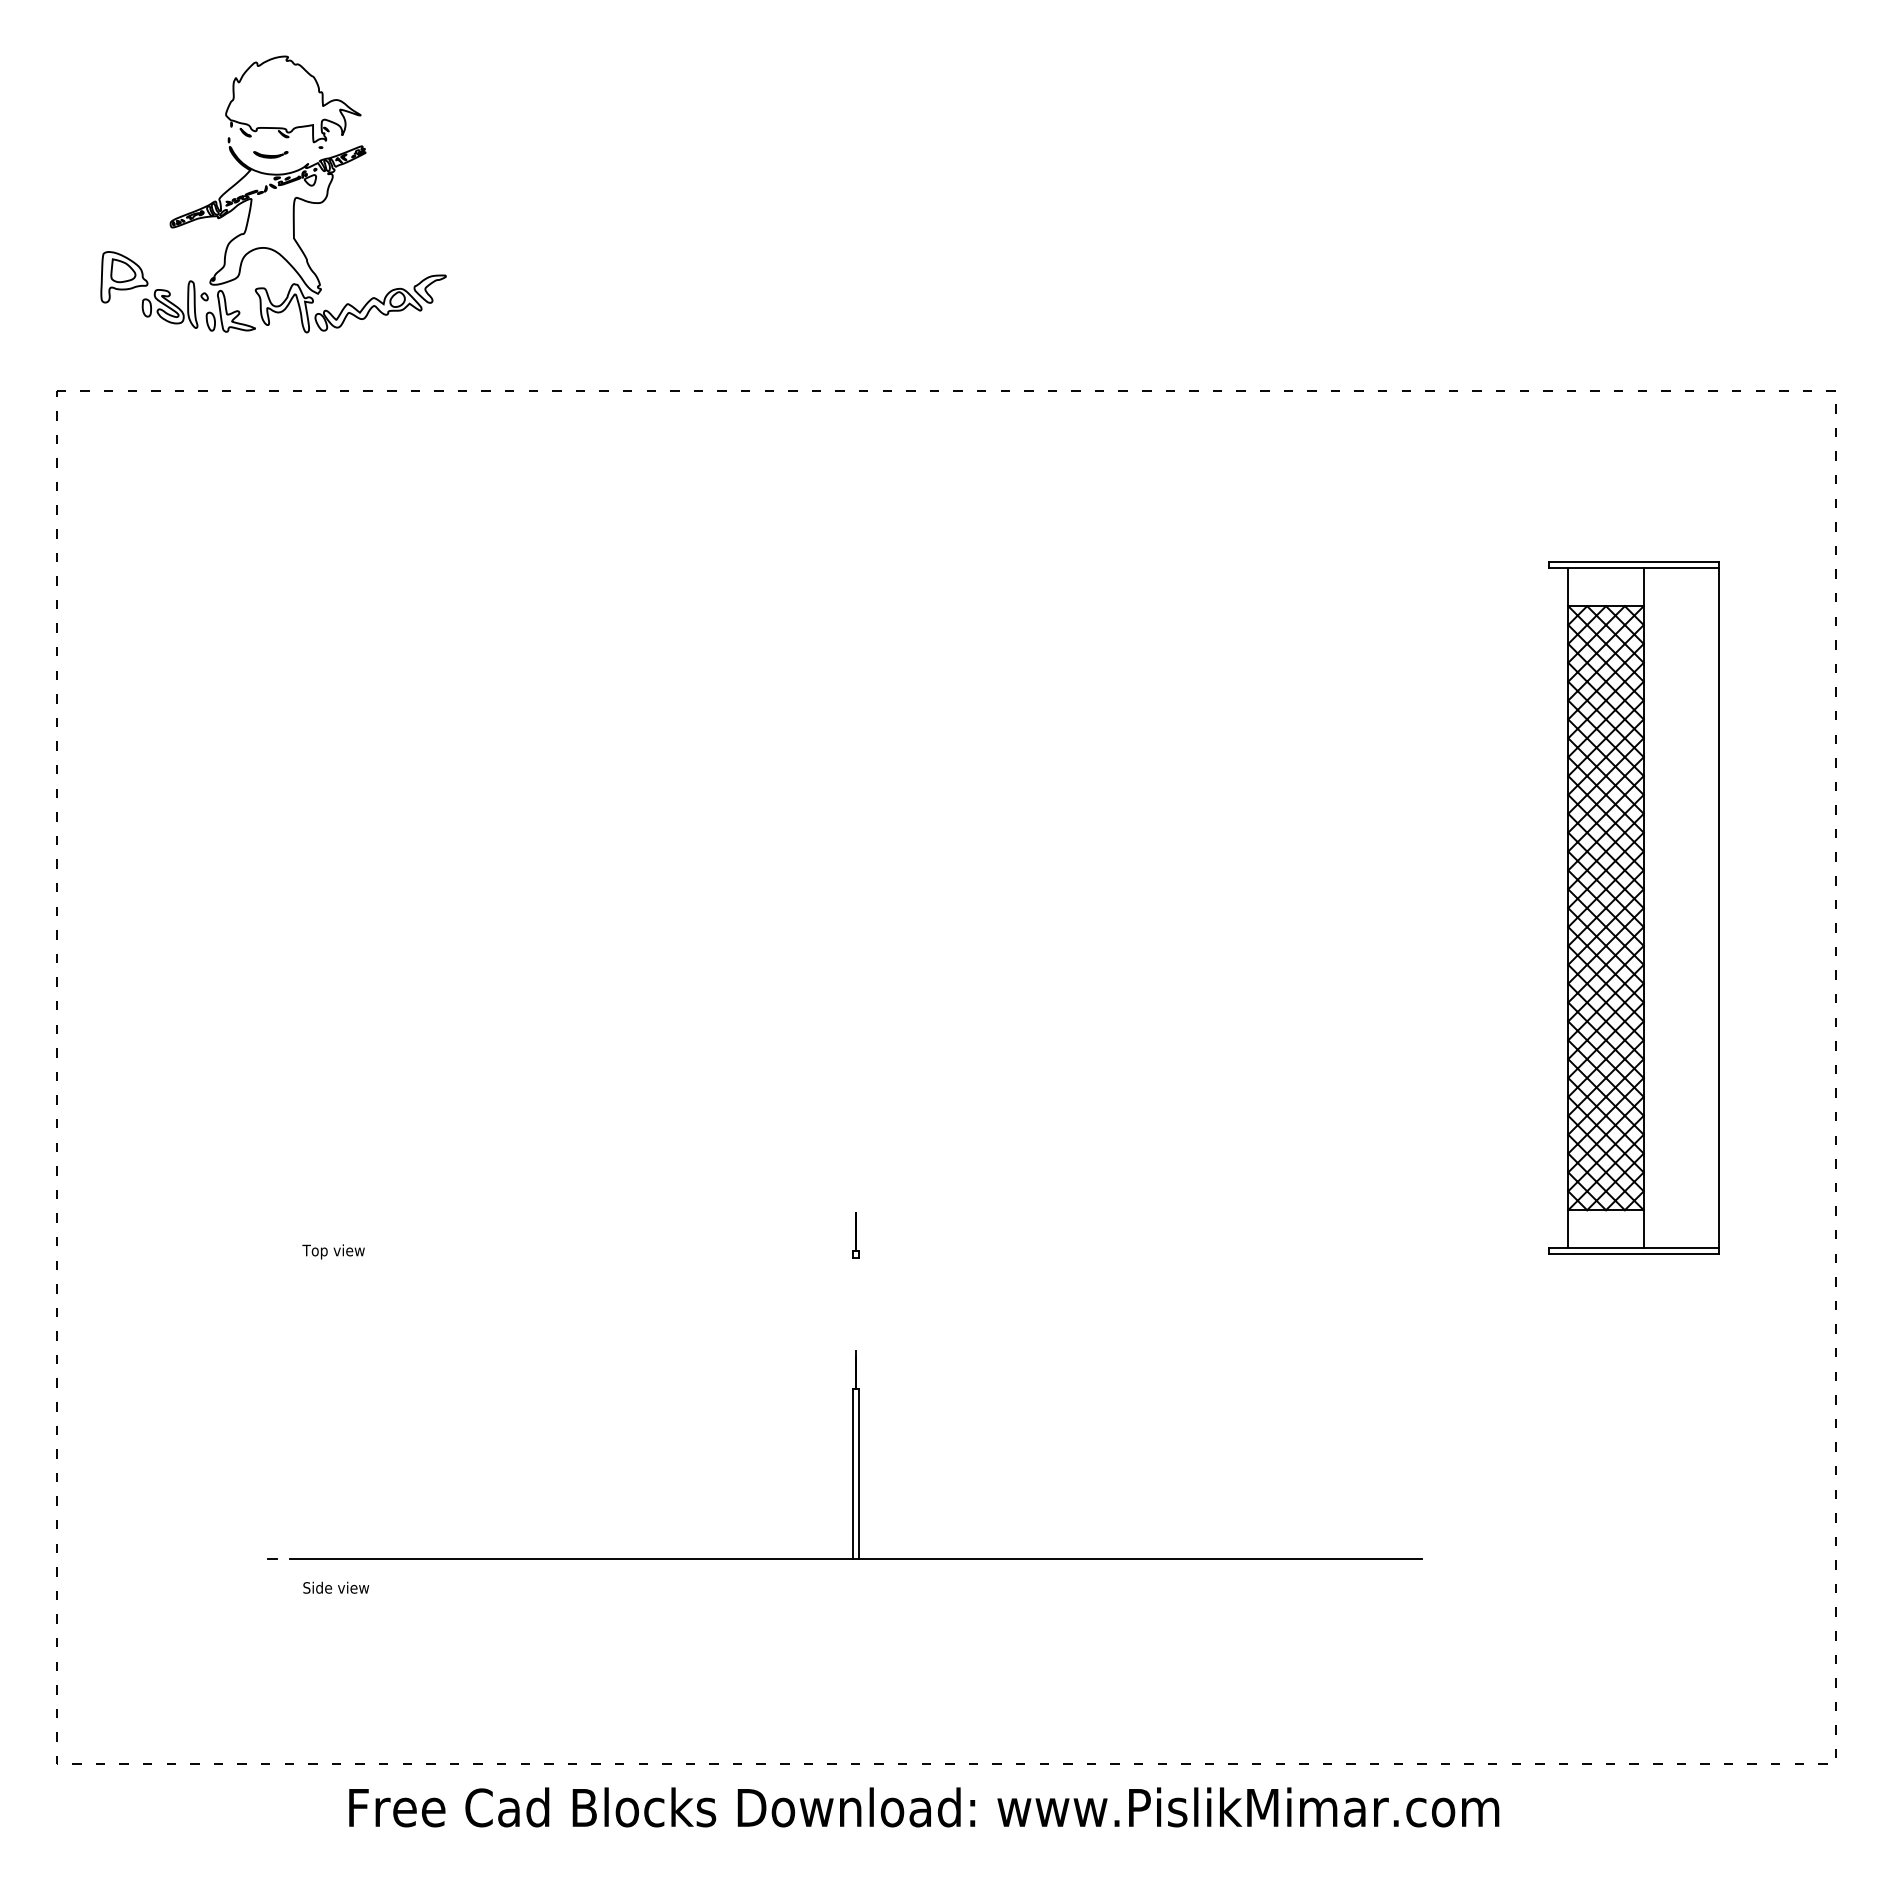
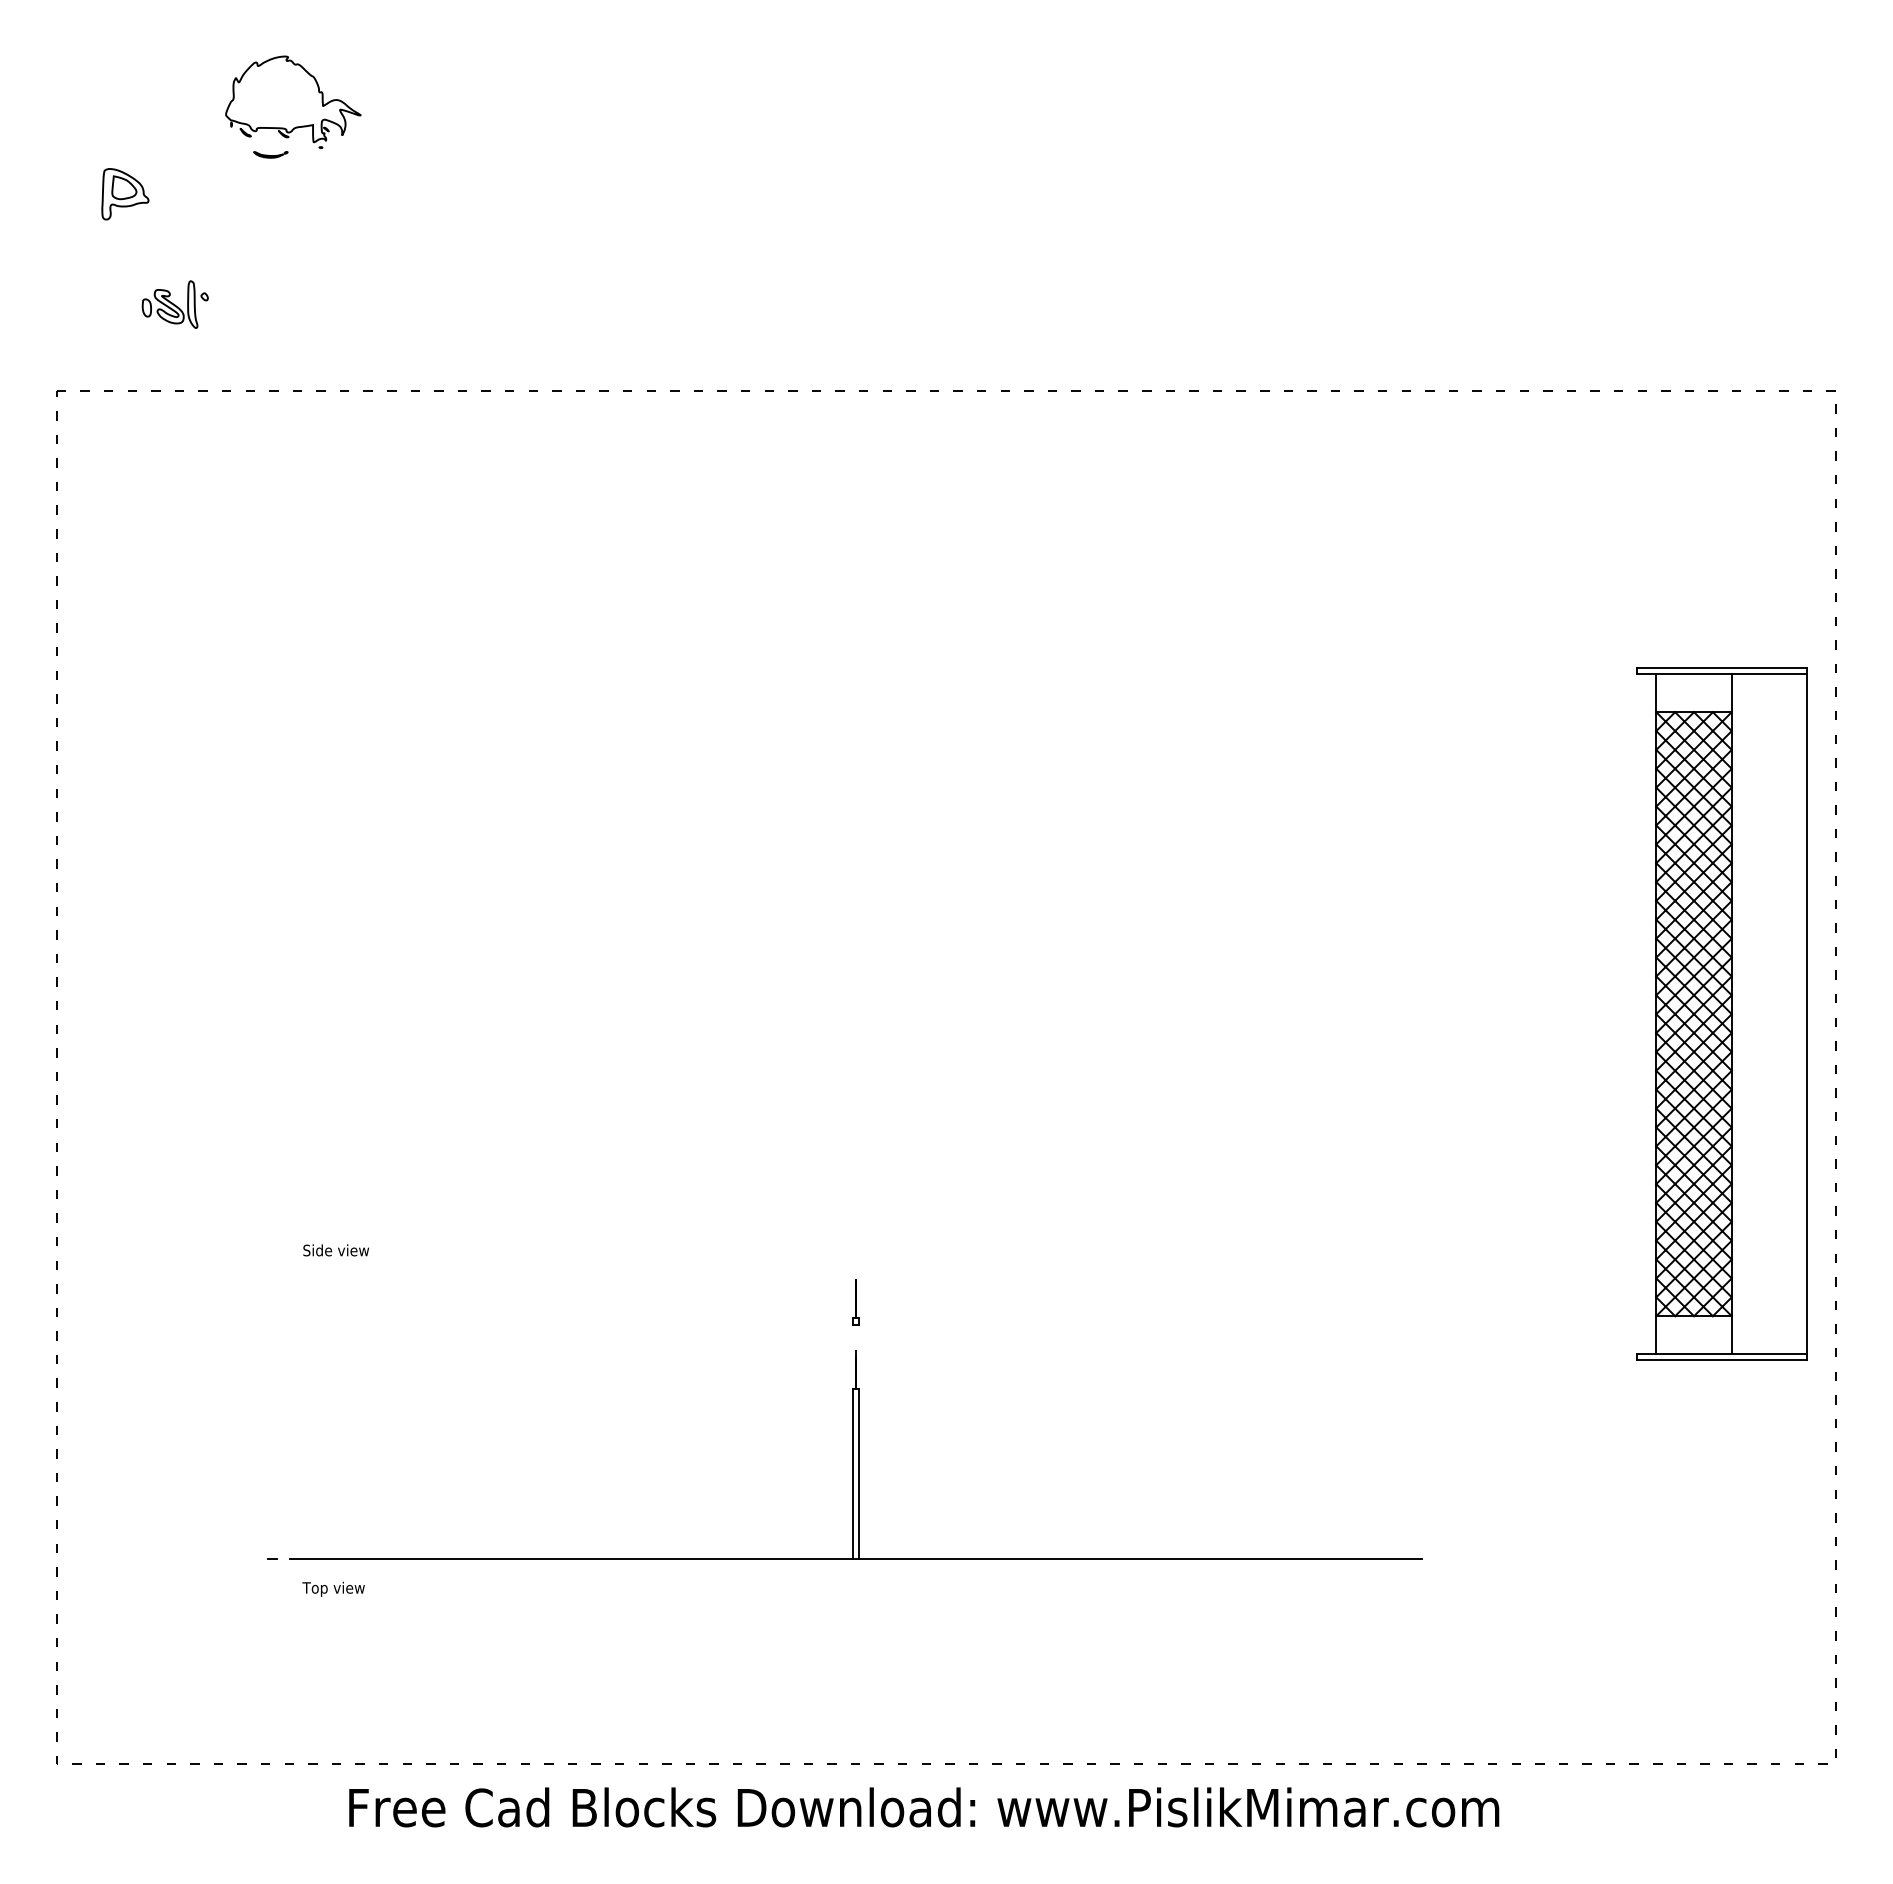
part at (297, 241): present -> none
part at (124, 277) position: (124, 277) -> (125, 194)
part at (1633, 907) position: (1633, 907) -> (1721, 1013)
part at (855, 1235) position: (855, 1235) -> (855, 1302)
text at (335, 1251): Top view -> Side view
text at (335, 1588): Side view -> Top view
